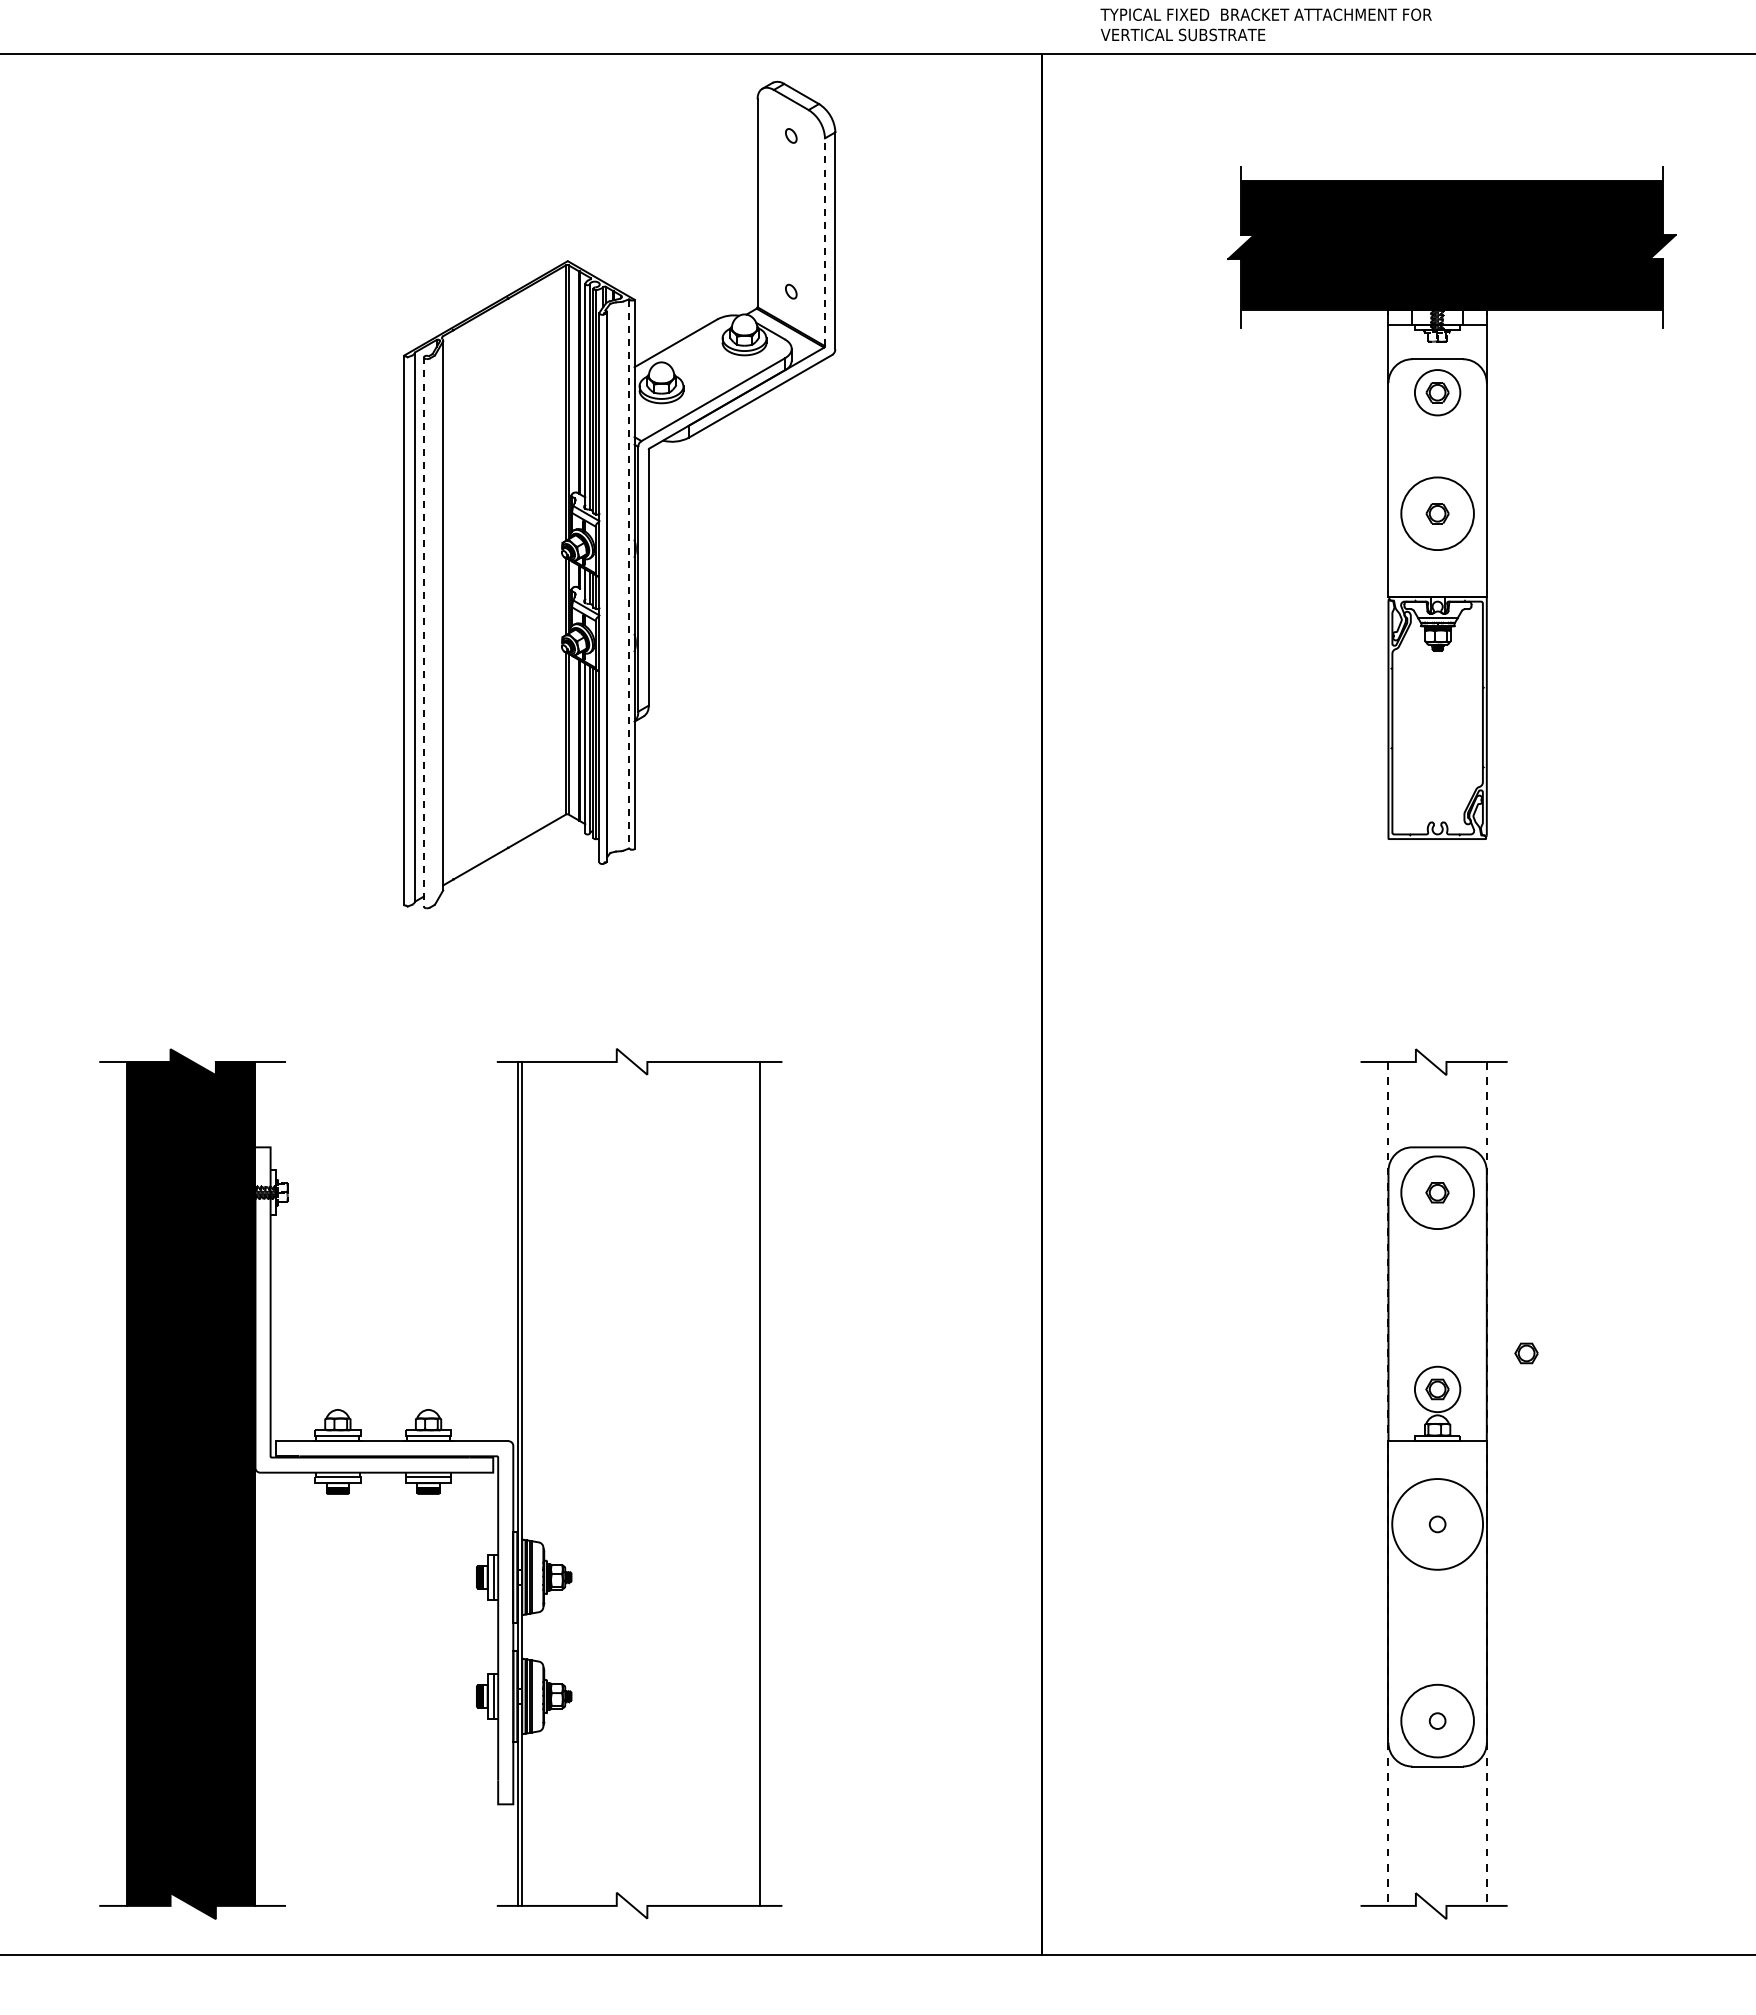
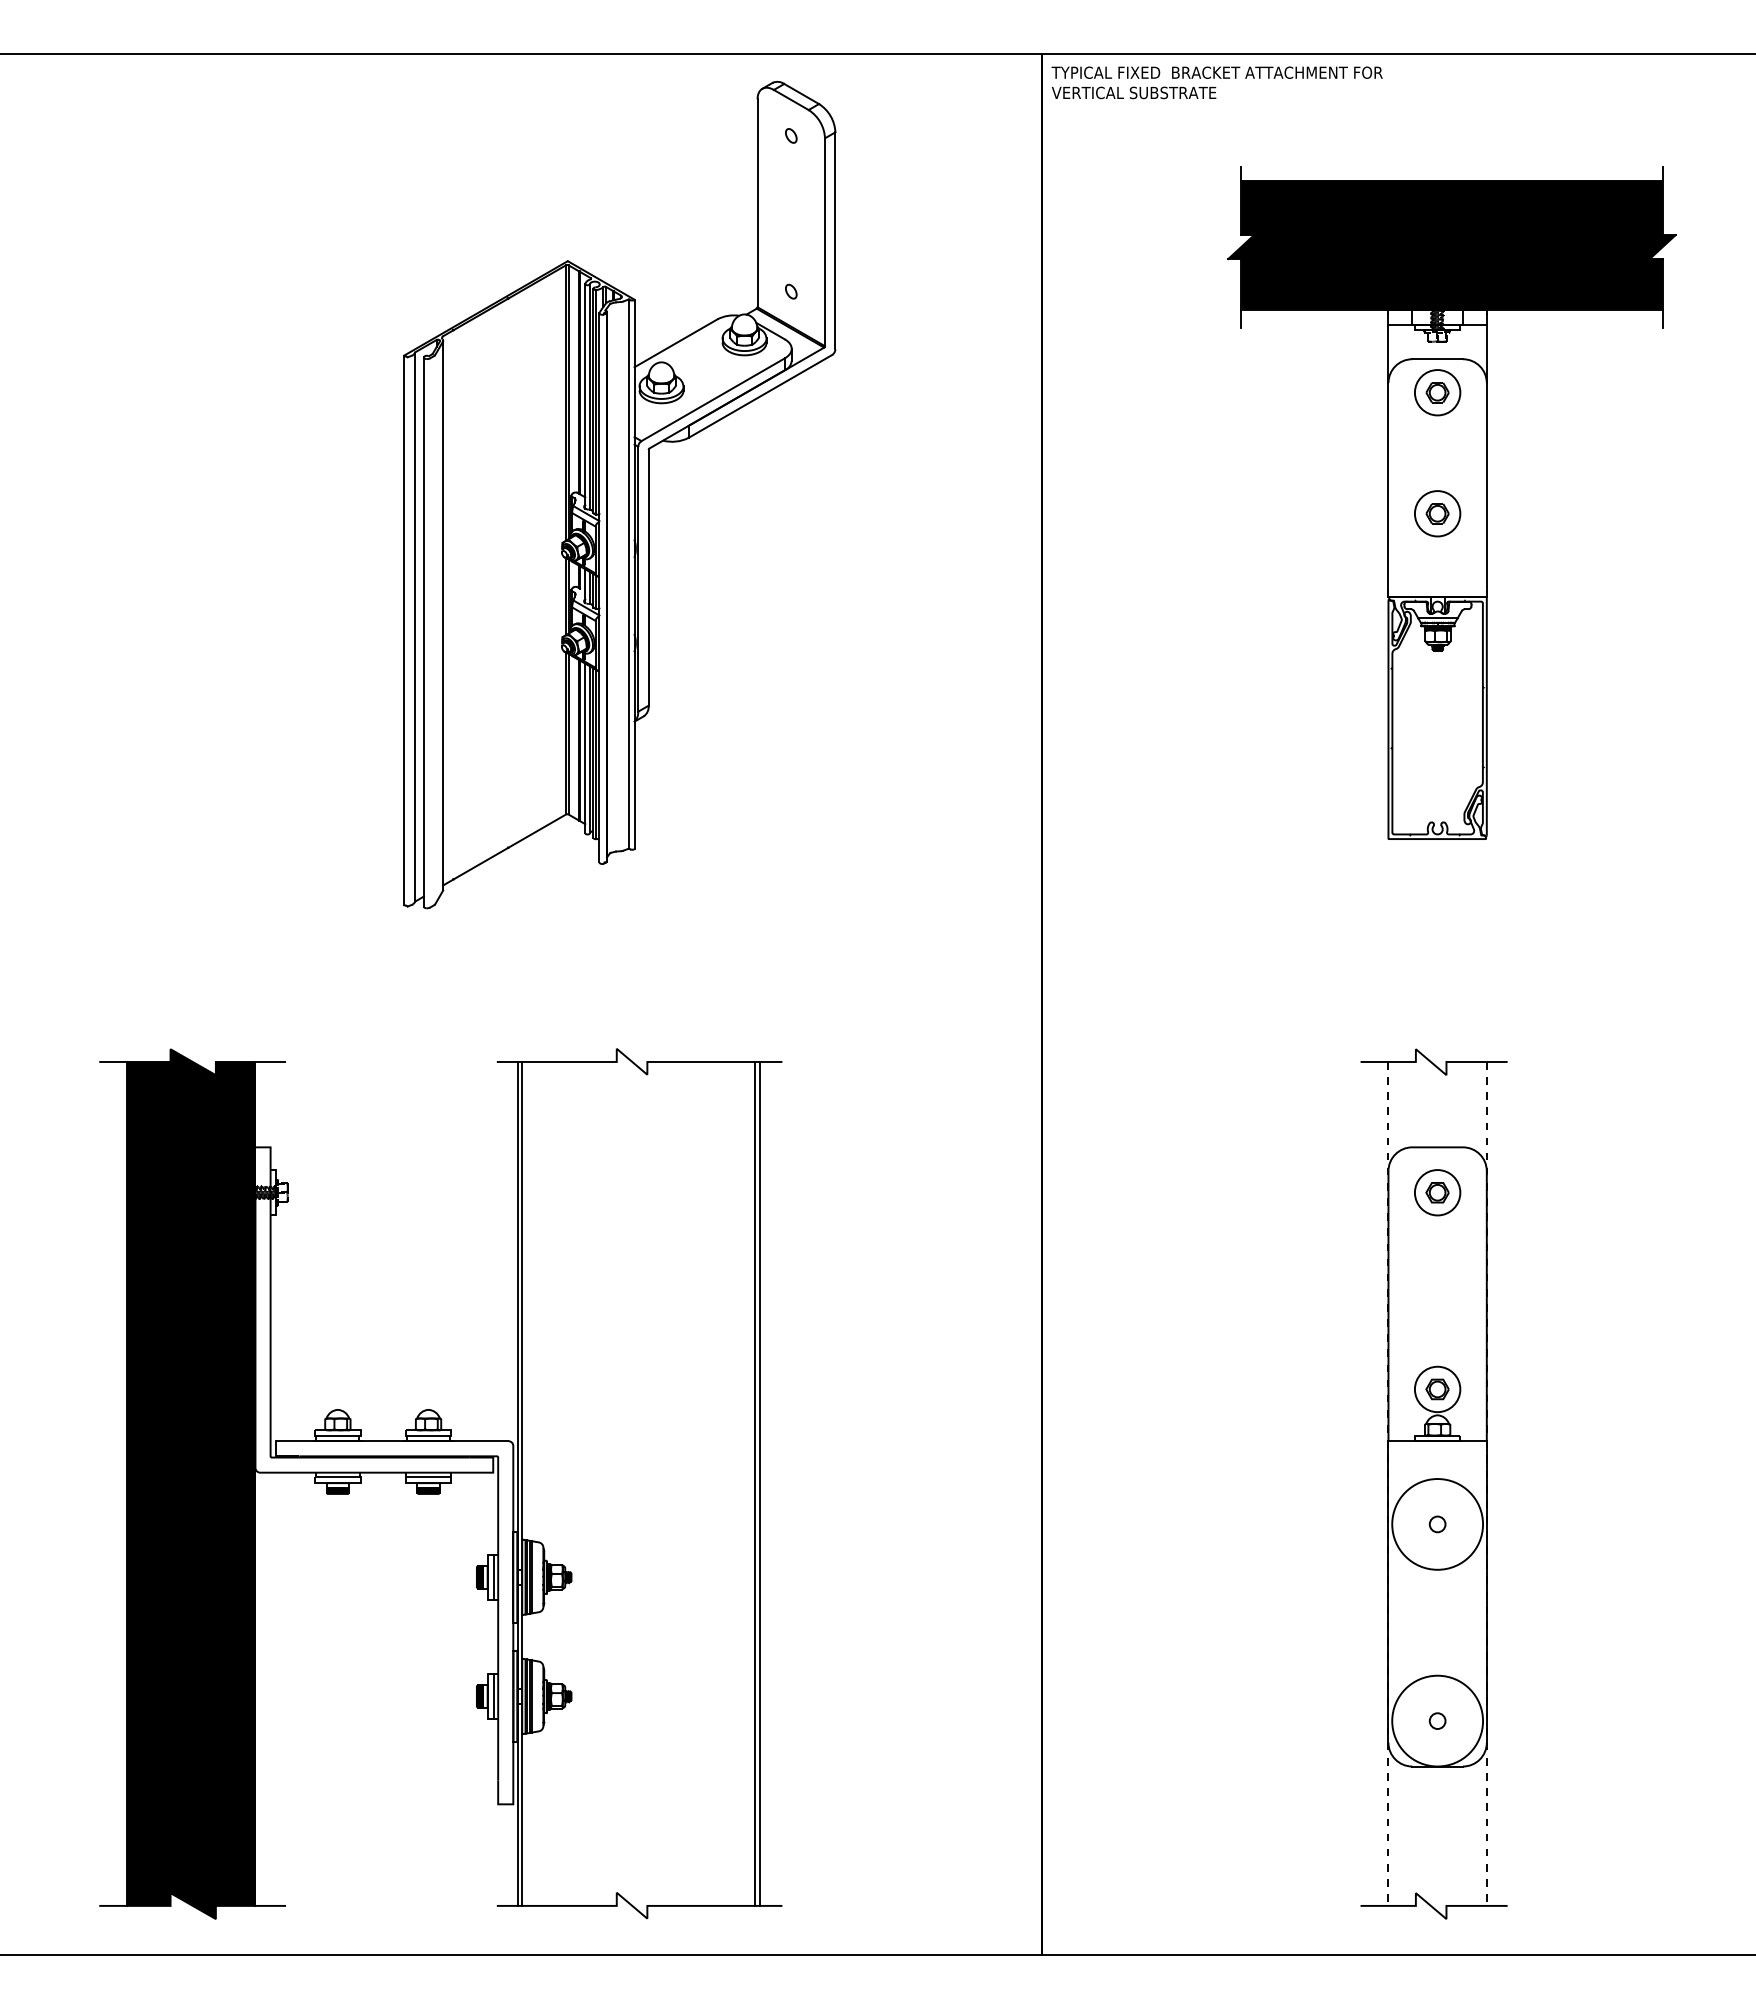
text at (1265, 24) position: (1265, 24) -> (1216, 82)
line at (825, 242): dashed -> solid
circle at (1437, 513) diameter: 73 px -> 45 px
line at (629, 574): dashed -> solid
line at (423, 632): dashed -> solid
circle at (1437, 1192) diameter: 73 px -> 45 px
part at (1526, 1353): present -> none
line at (755, 1483): none -> present
circle at (1437, 1720) diameter: 73 px -> 91 px
